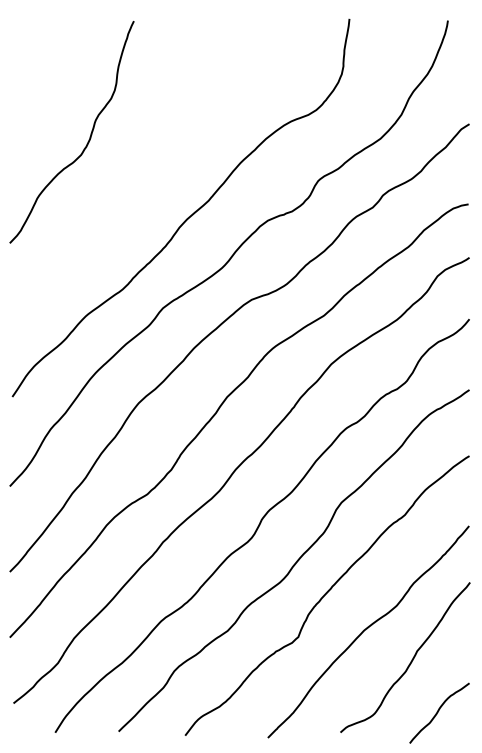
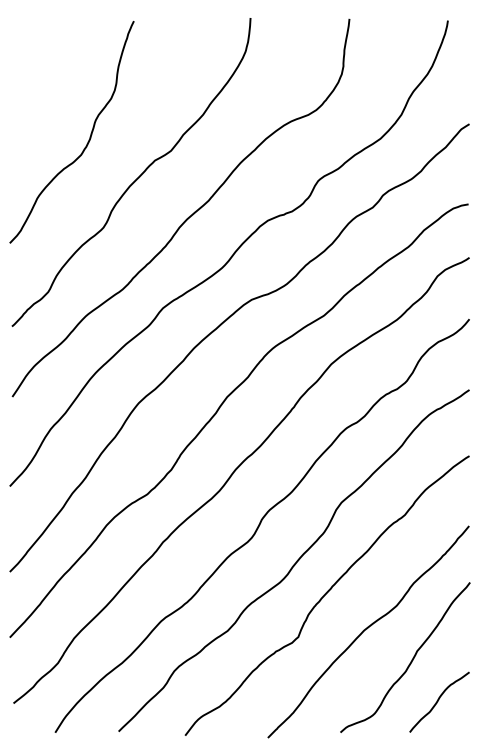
curve at (137, 177): none -> present
curve at (438, 712) position: (438, 712) -> (438, 701)
